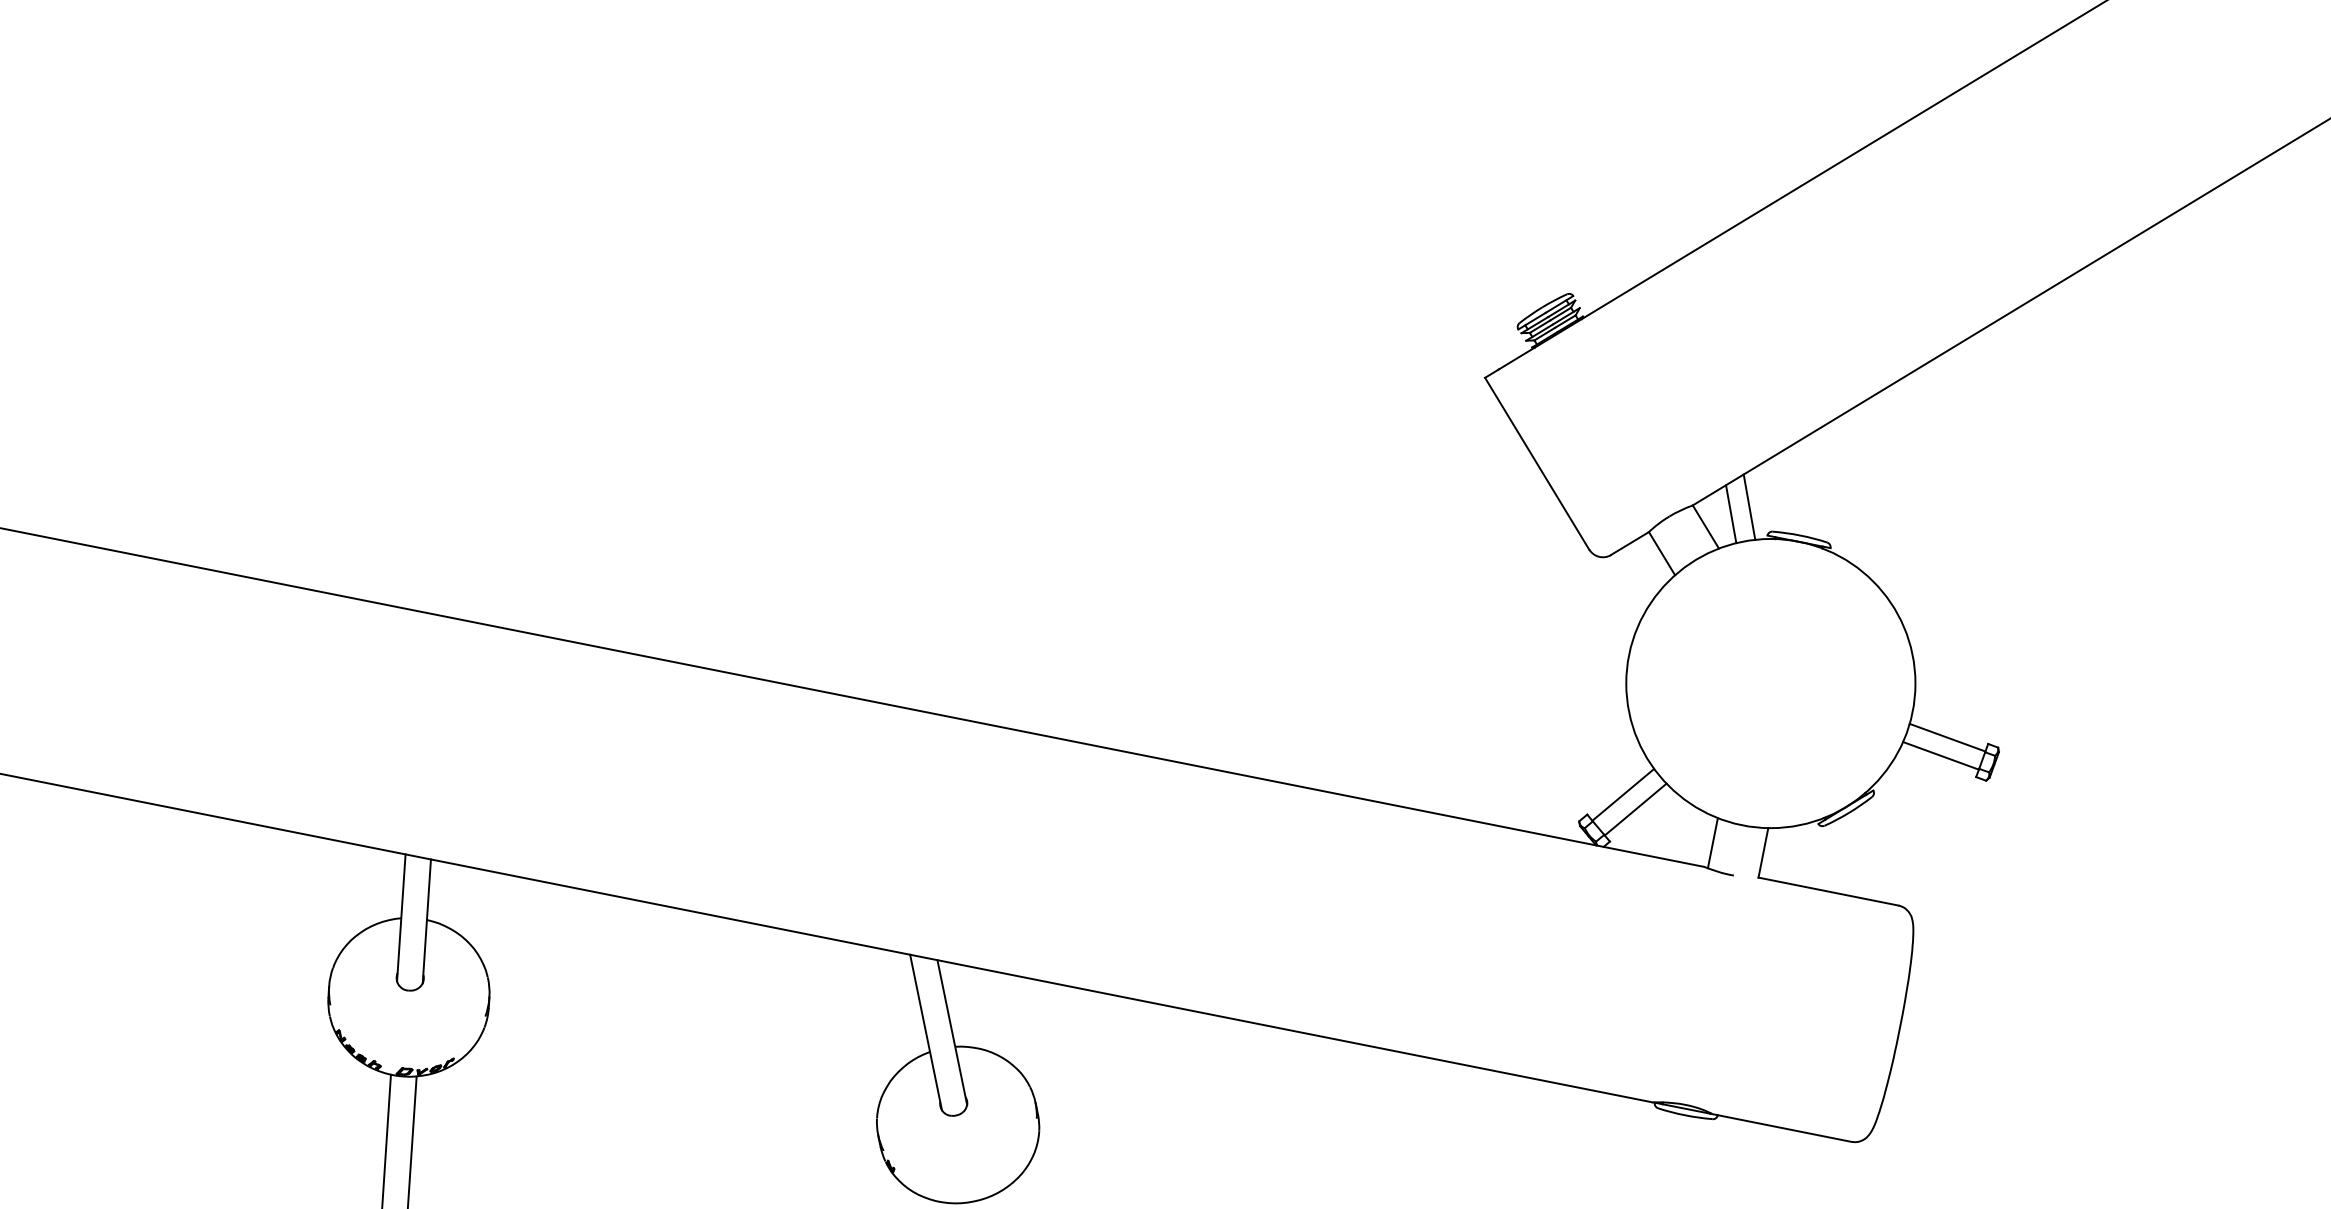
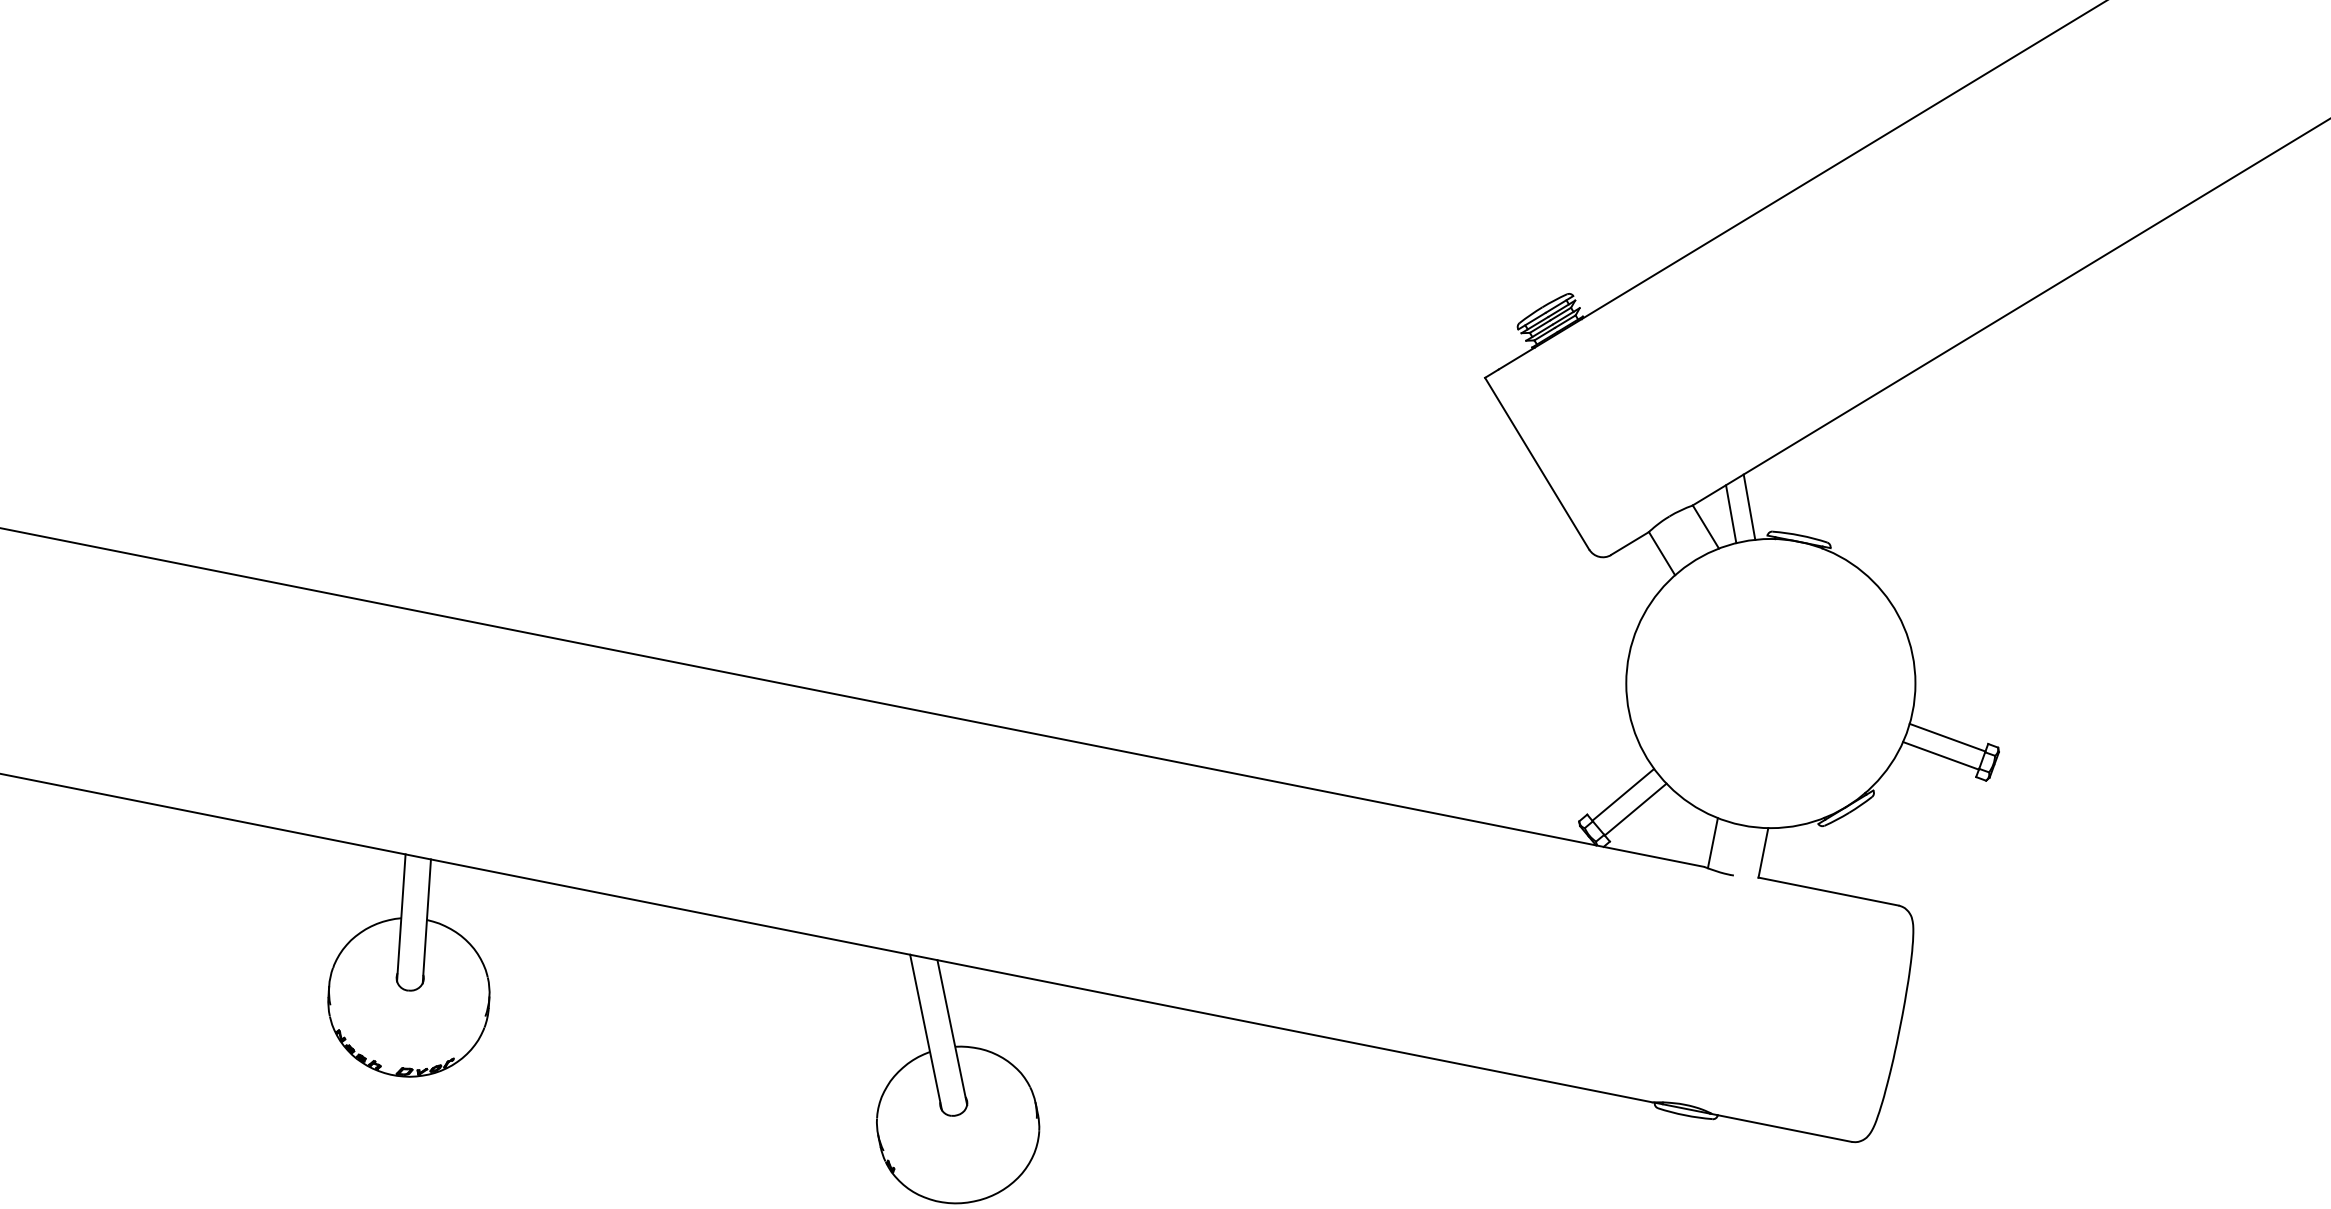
line at (386, 1139): present -> none
line at (412, 1140): present -> none
